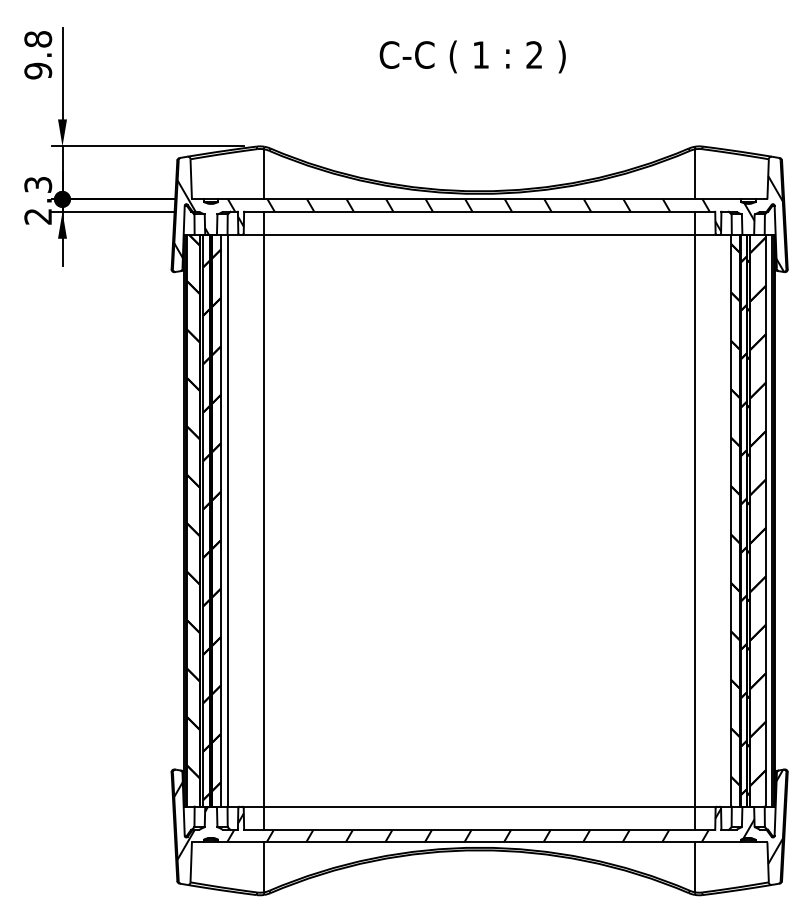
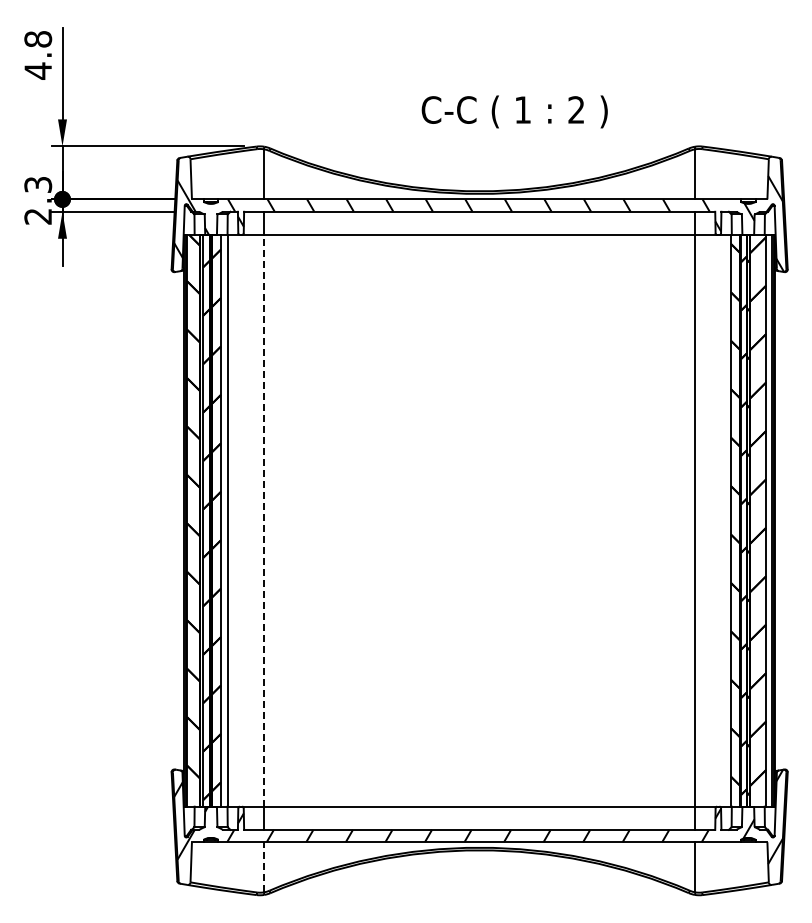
text at (472, 56) position: (472, 56) -> (514, 111)
text at (38, 70): 9.8 -> 4.8
line at (263, 520): solid -> dashed
line at (263, 866): solid -> dashed
